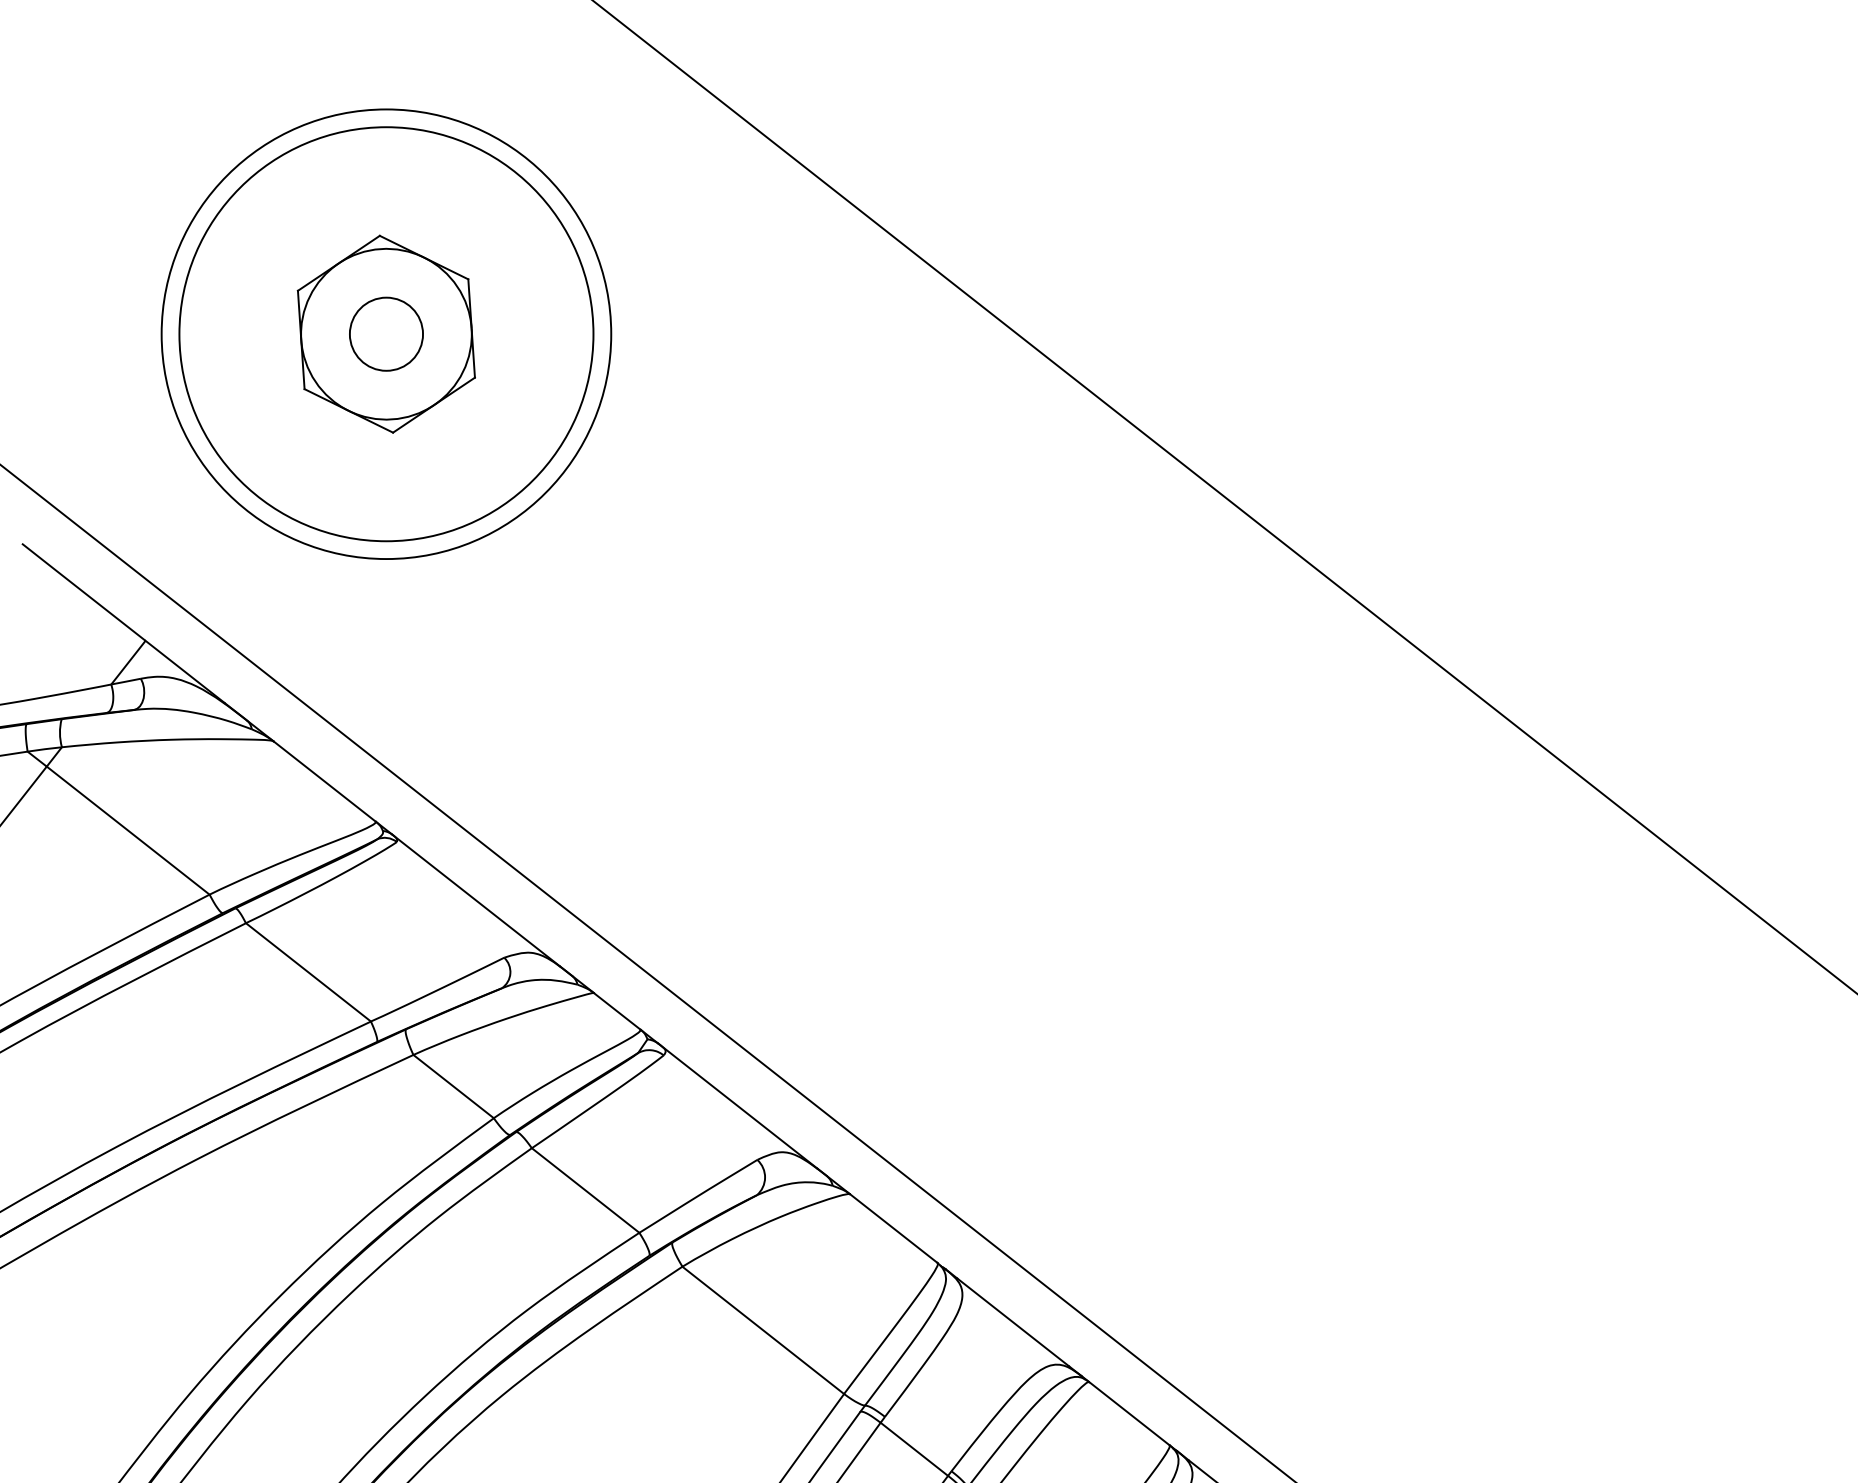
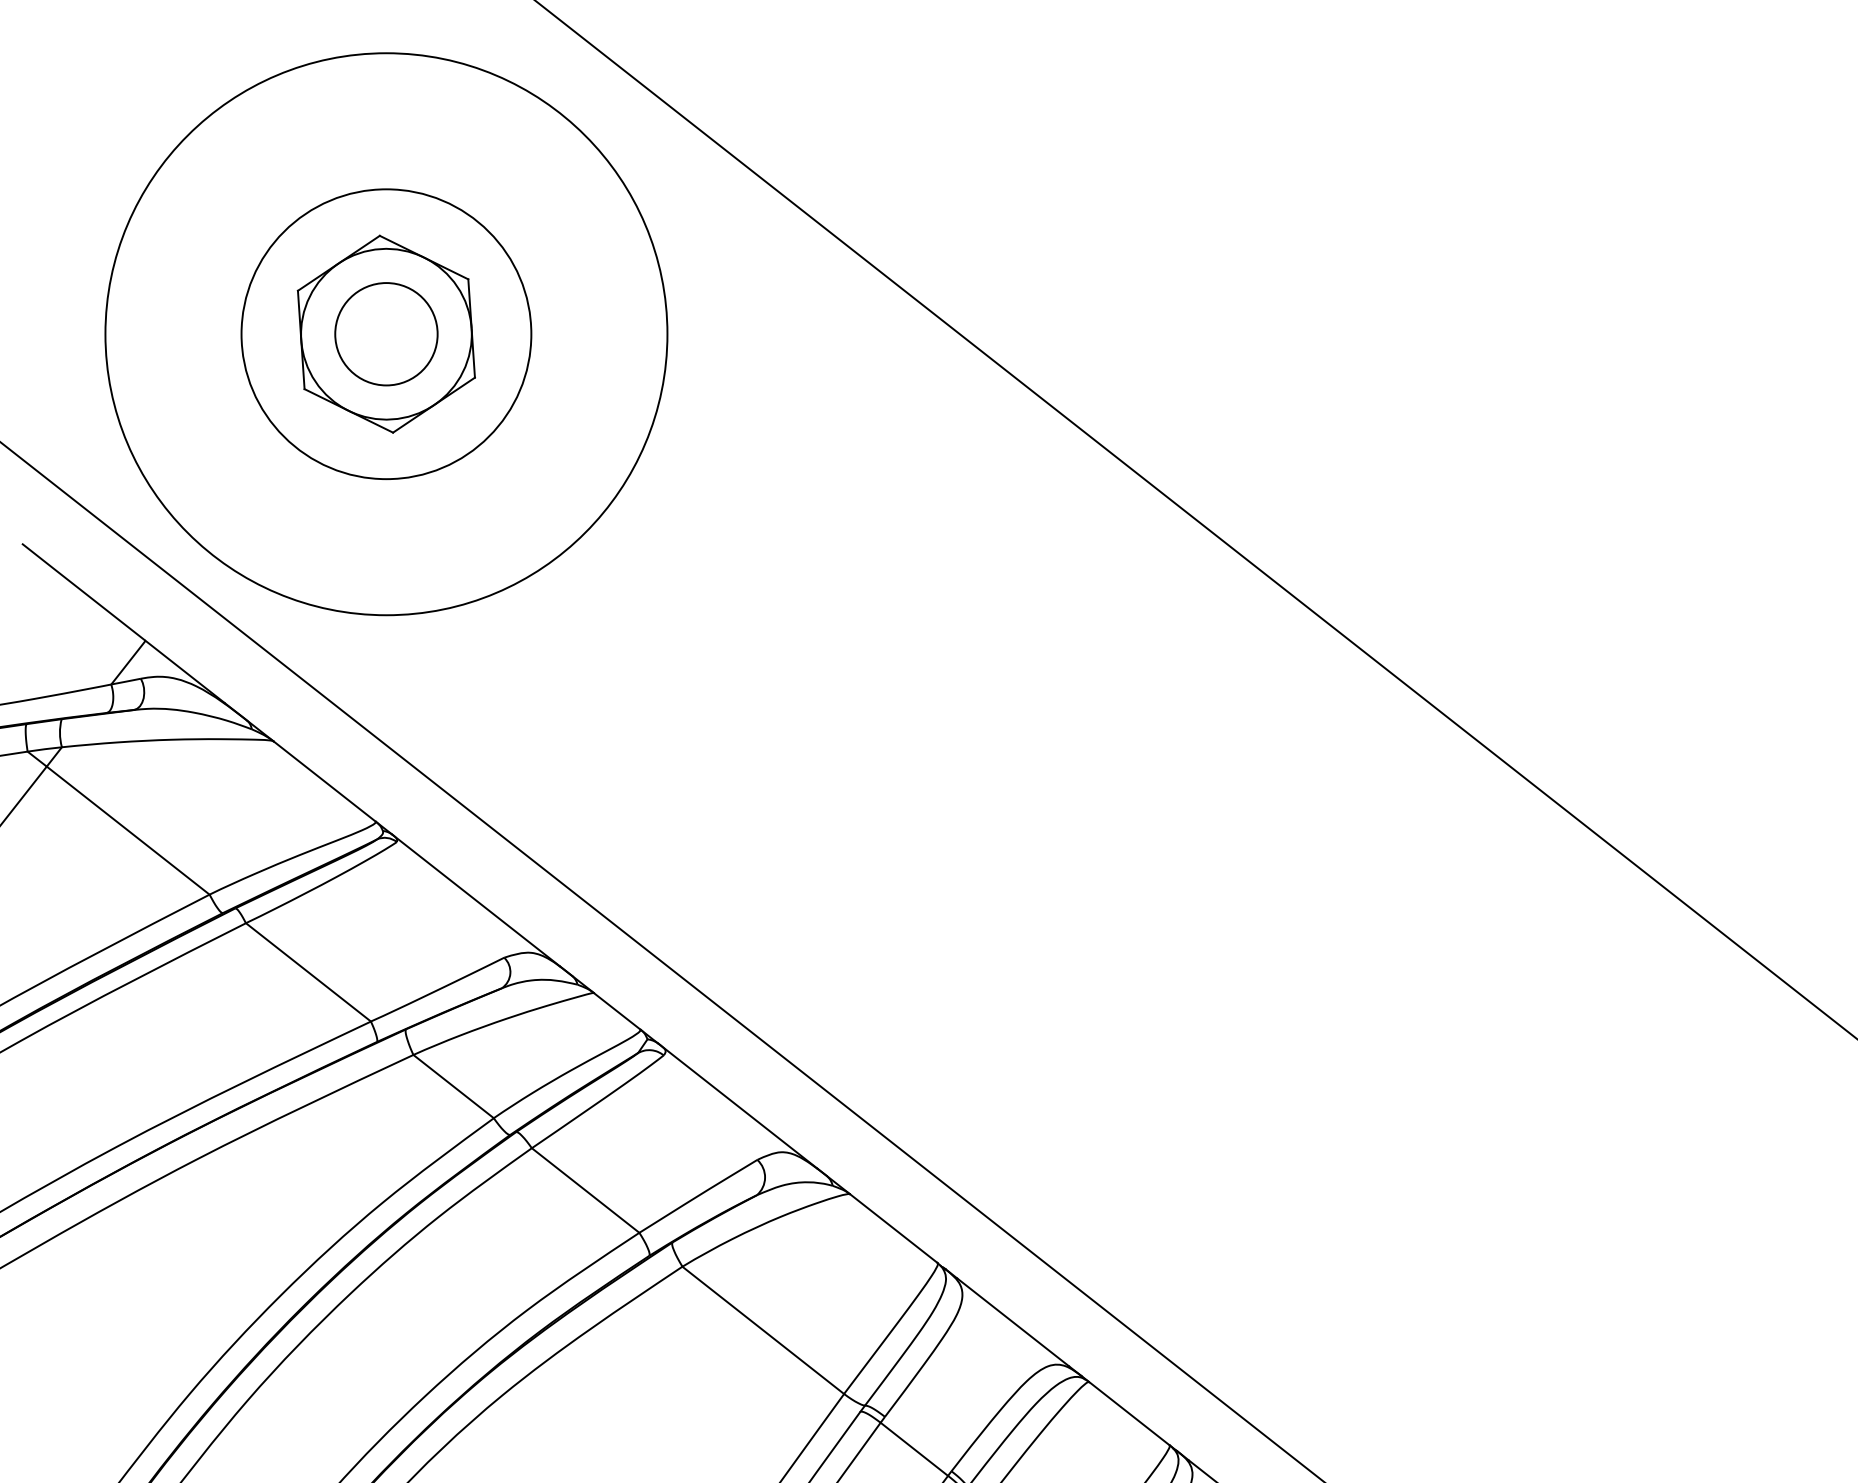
circle at (386, 333) diameter: 73 px -> 102 px
circle at (386, 334) diameter: 414 px -> 290 px
circle at (386, 334) diameter: 450 px -> 562 px
line at (1224, 496) position: (1224, 496) -> (1195, 519)
line at (647, 972) position: (647, 972) -> (661, 961)
